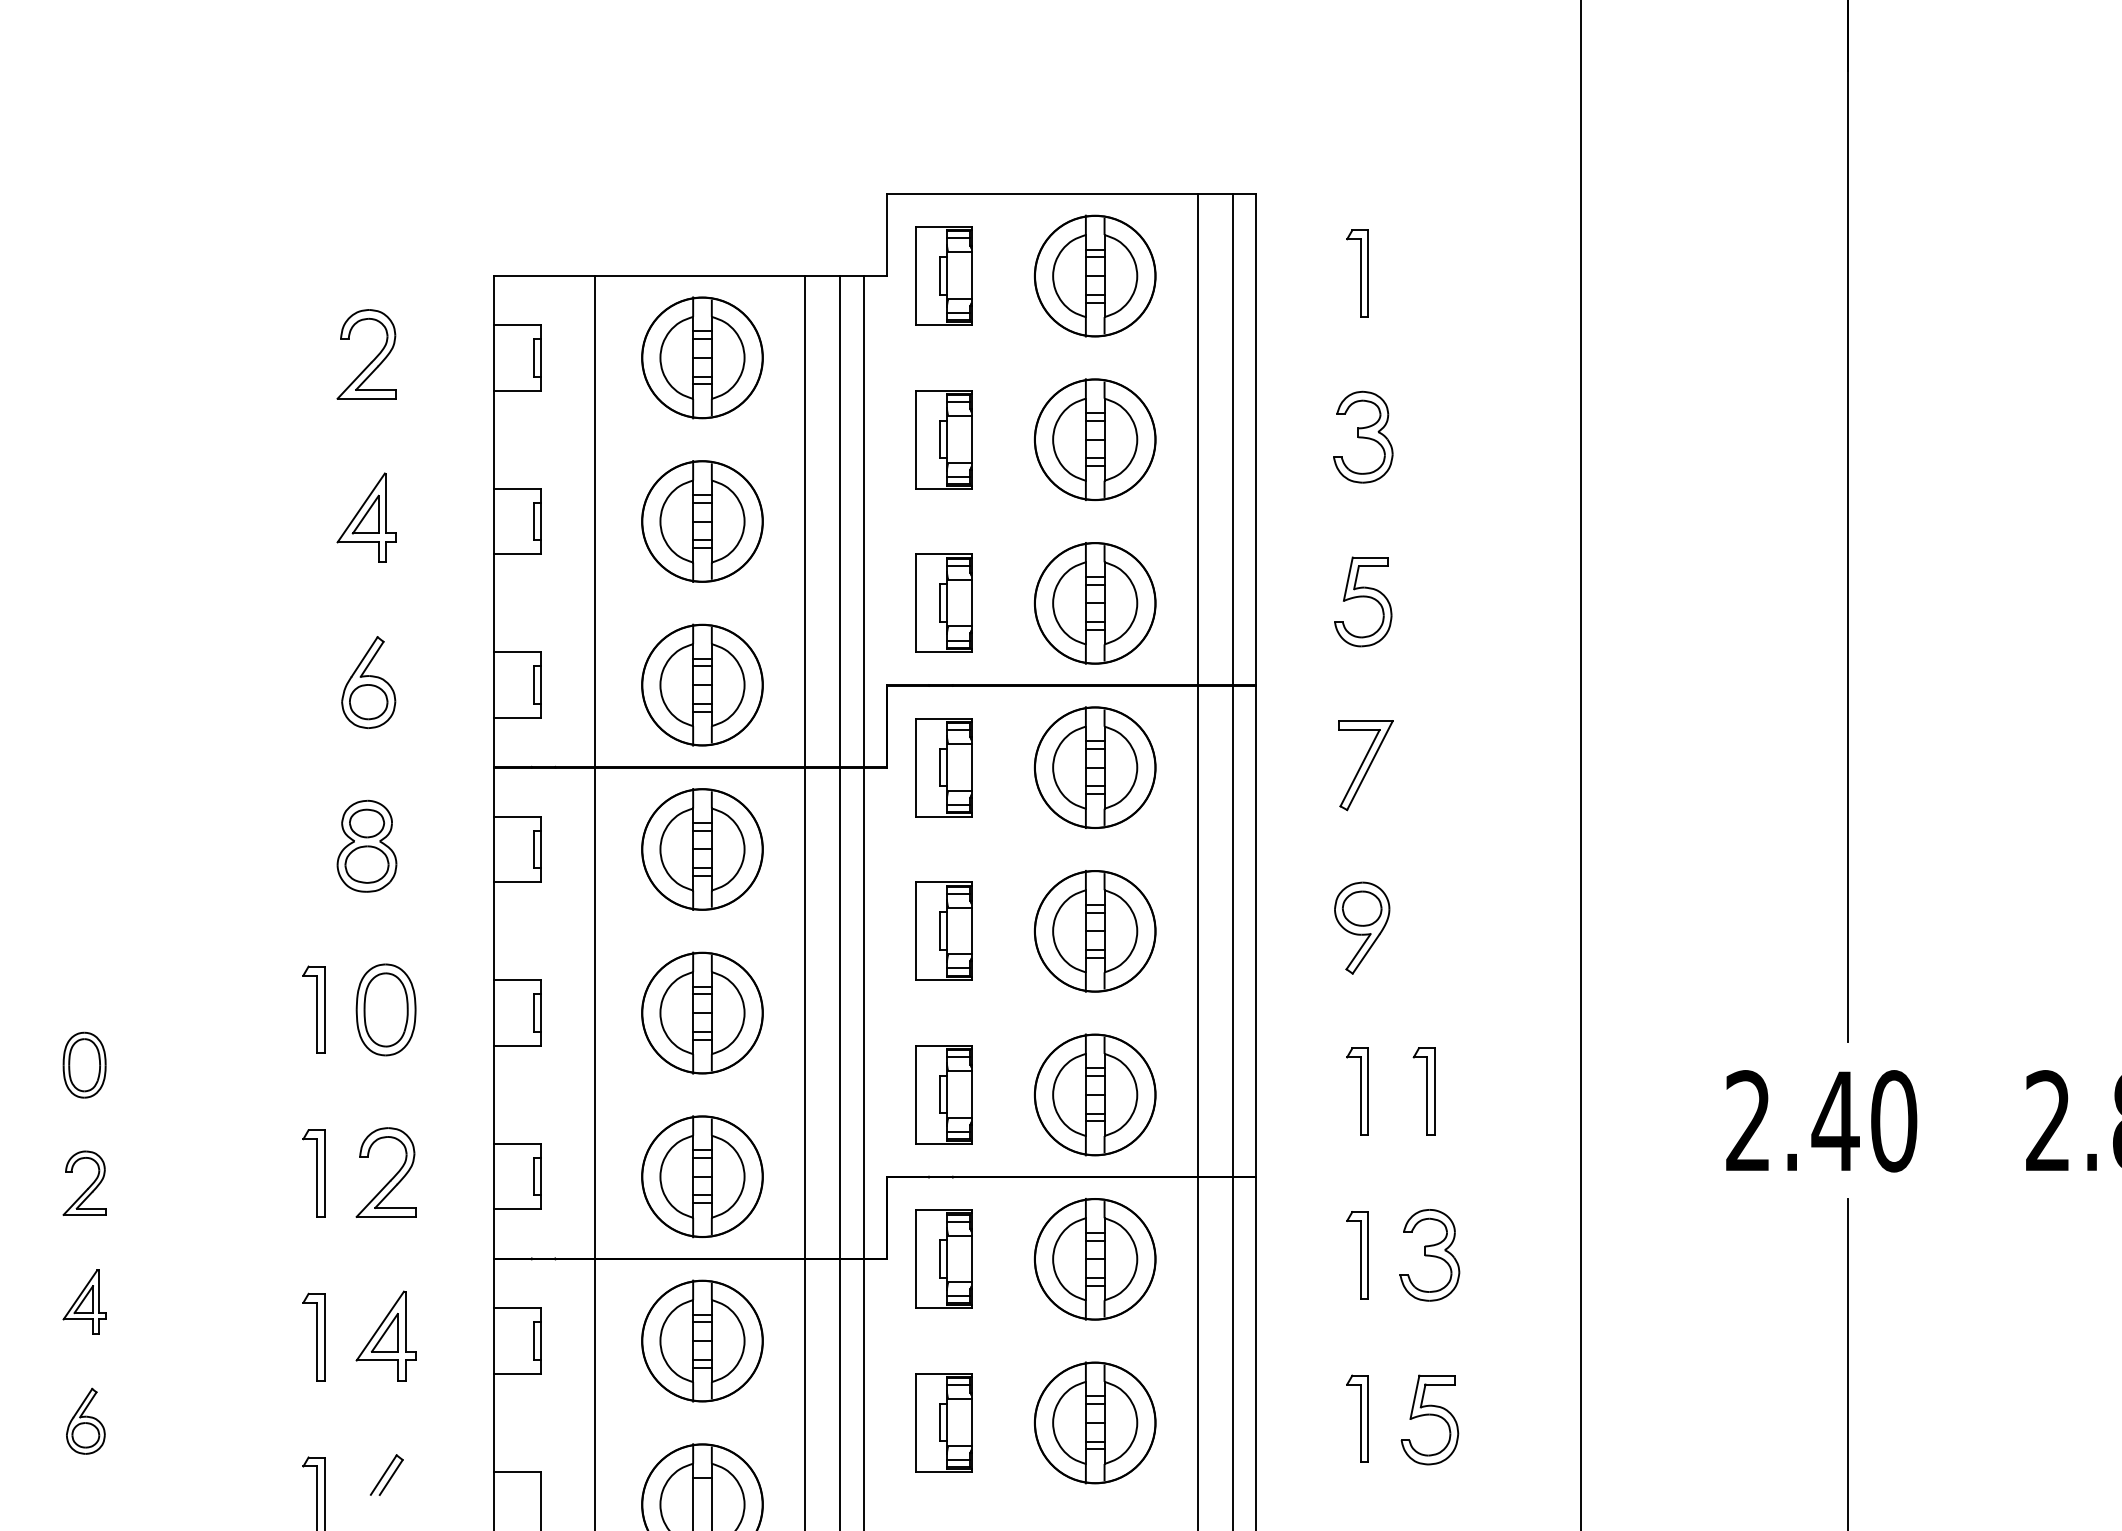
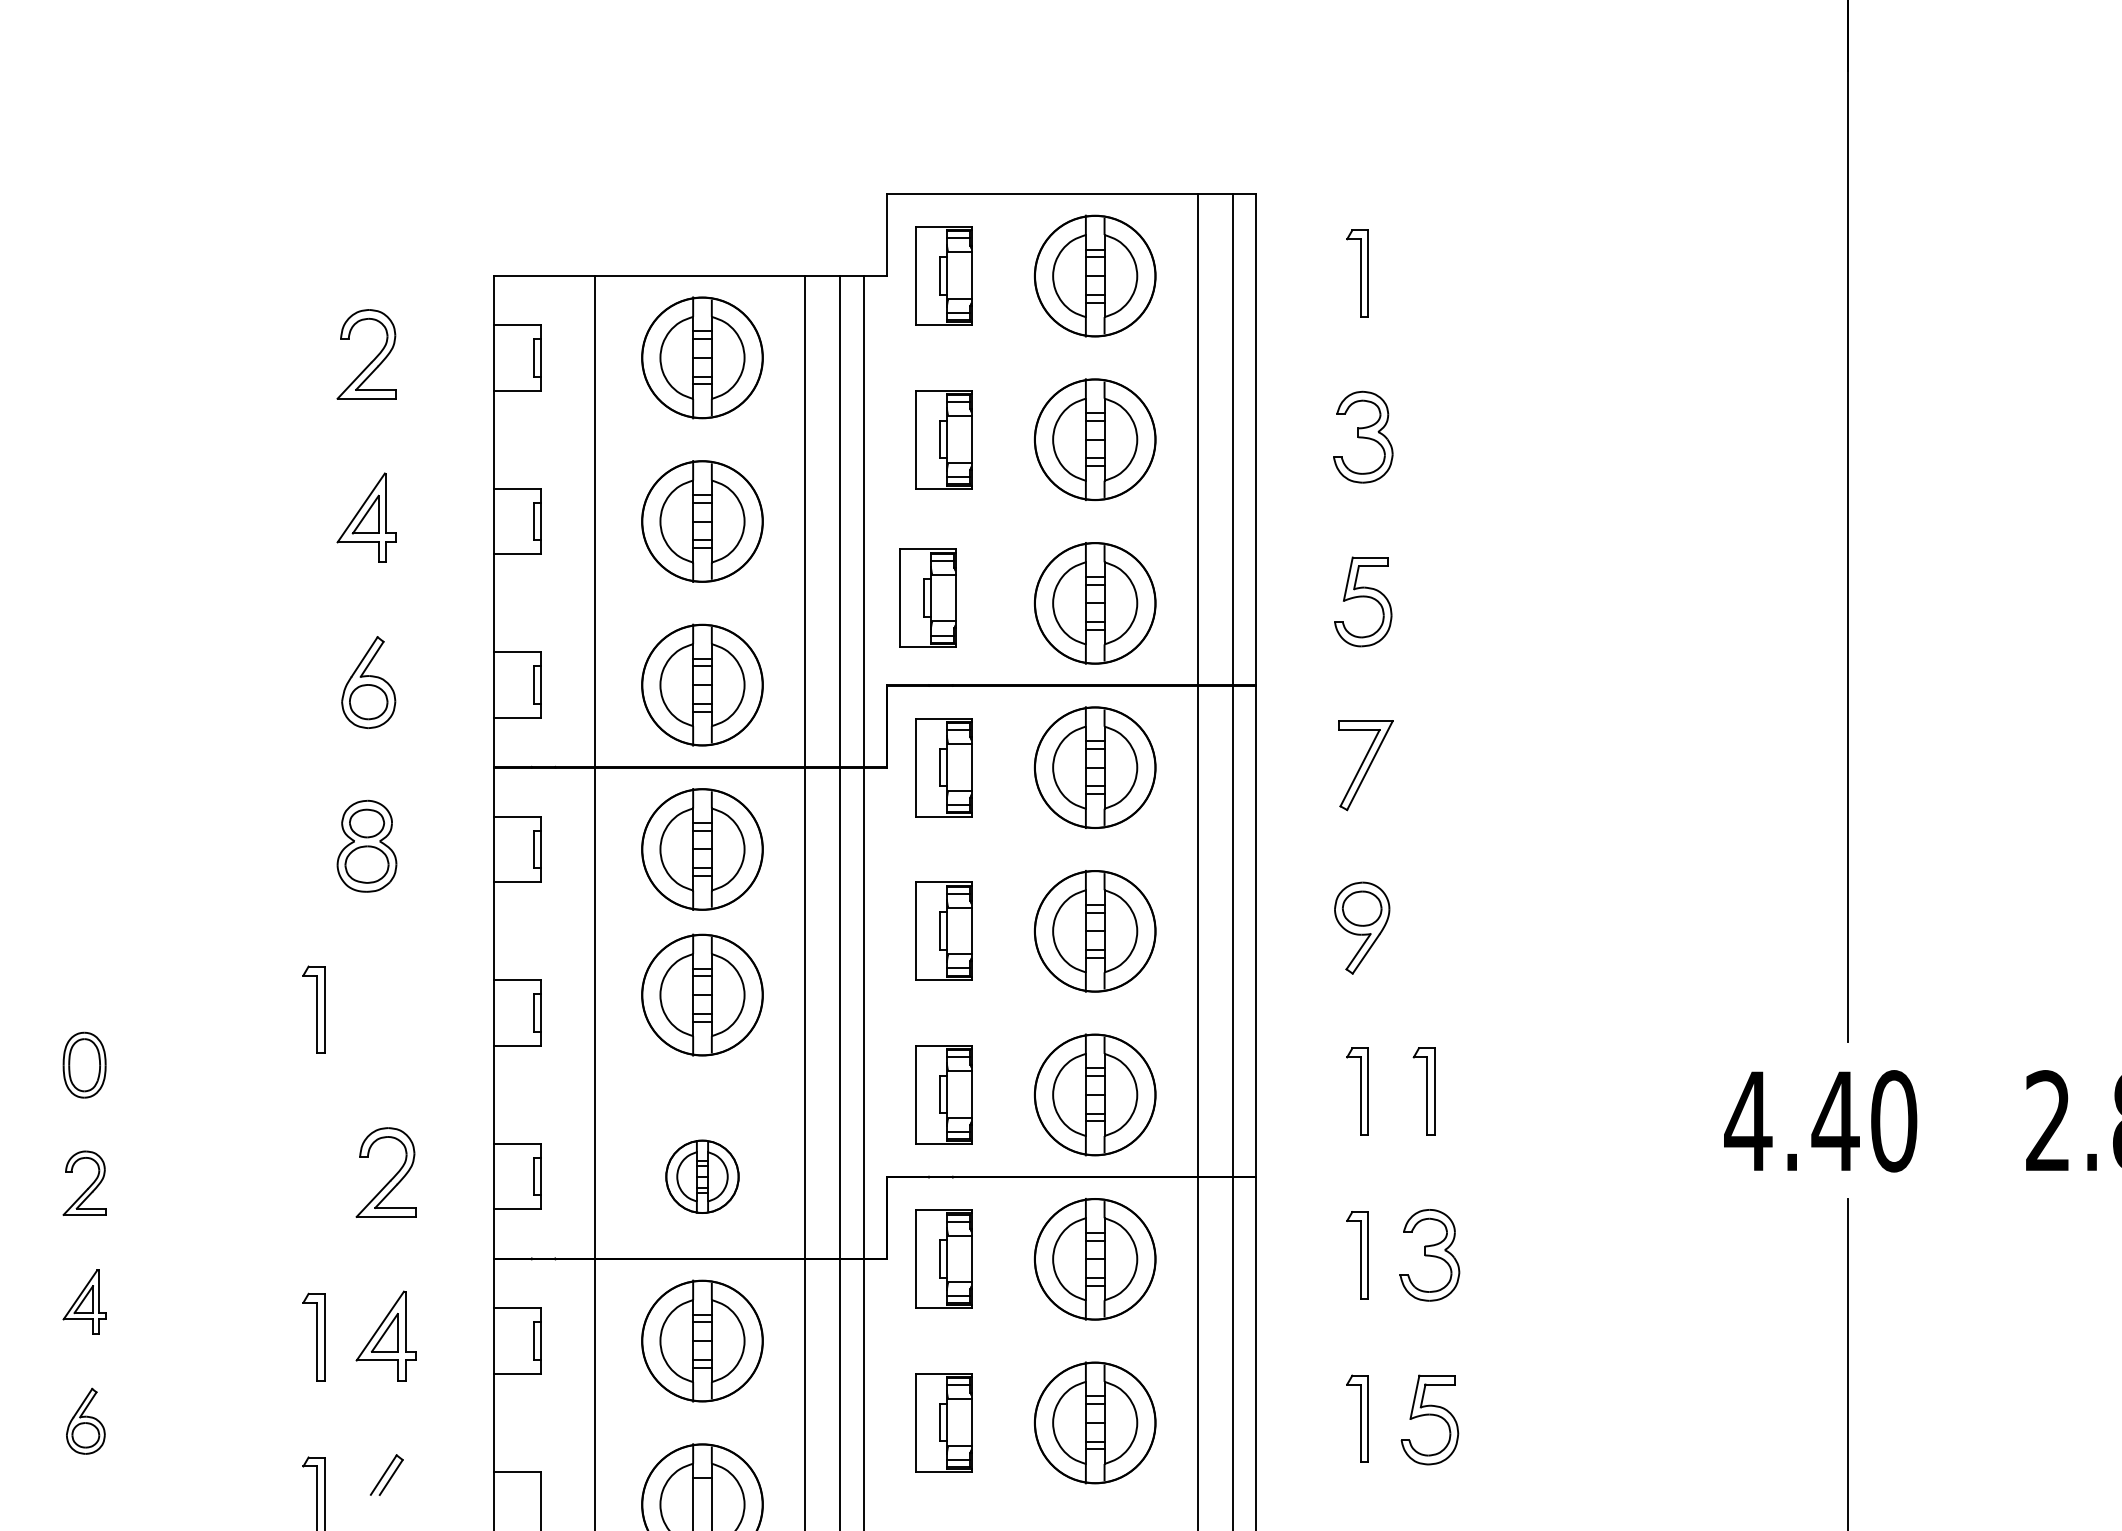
part at (943, 602) position: (943, 602) -> (927, 597)
line at (1581, 764): present -> none
part at (385, 1009): present -> none
part at (702, 1012) position: (702, 1012) -> (702, 994)
text at (1748, 1120): 2.40 -> 4.40
part at (313, 1173): present -> none
part at (702, 1176) size: 123x124 px -> 75x75 px
